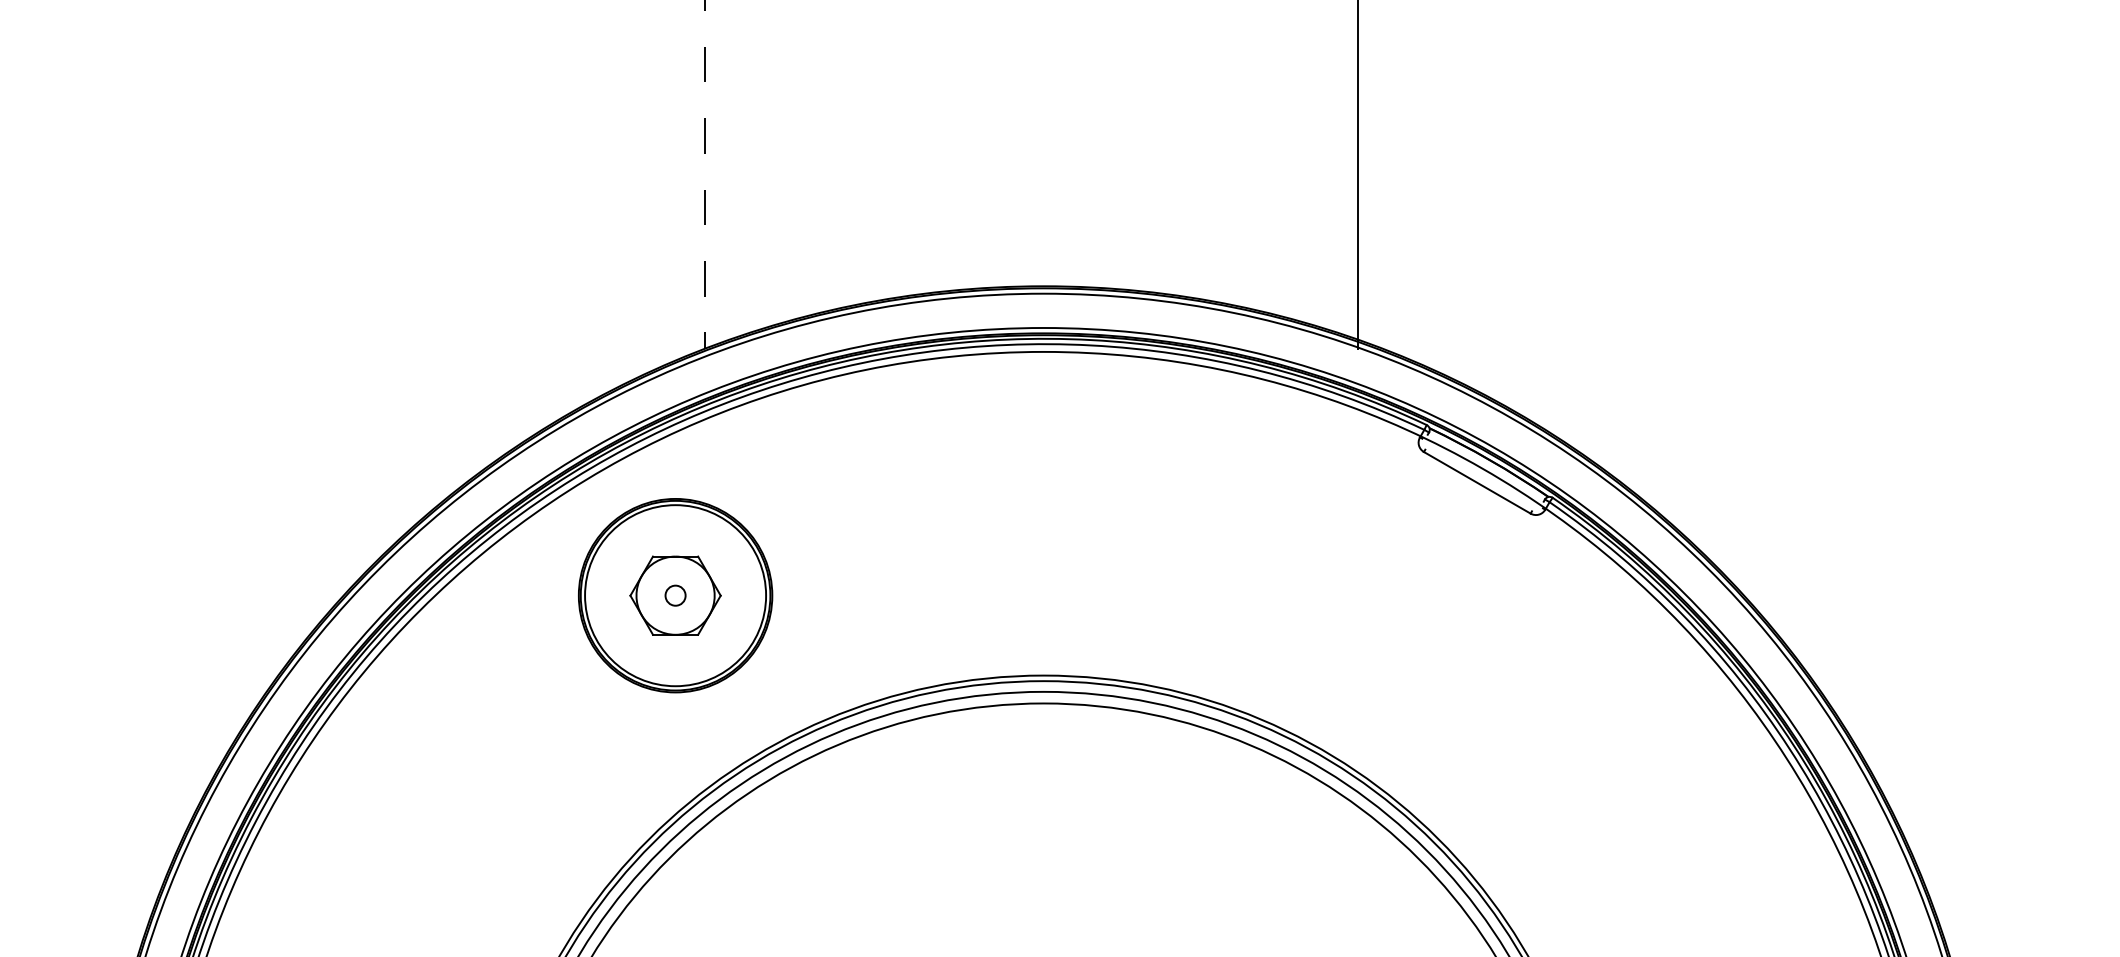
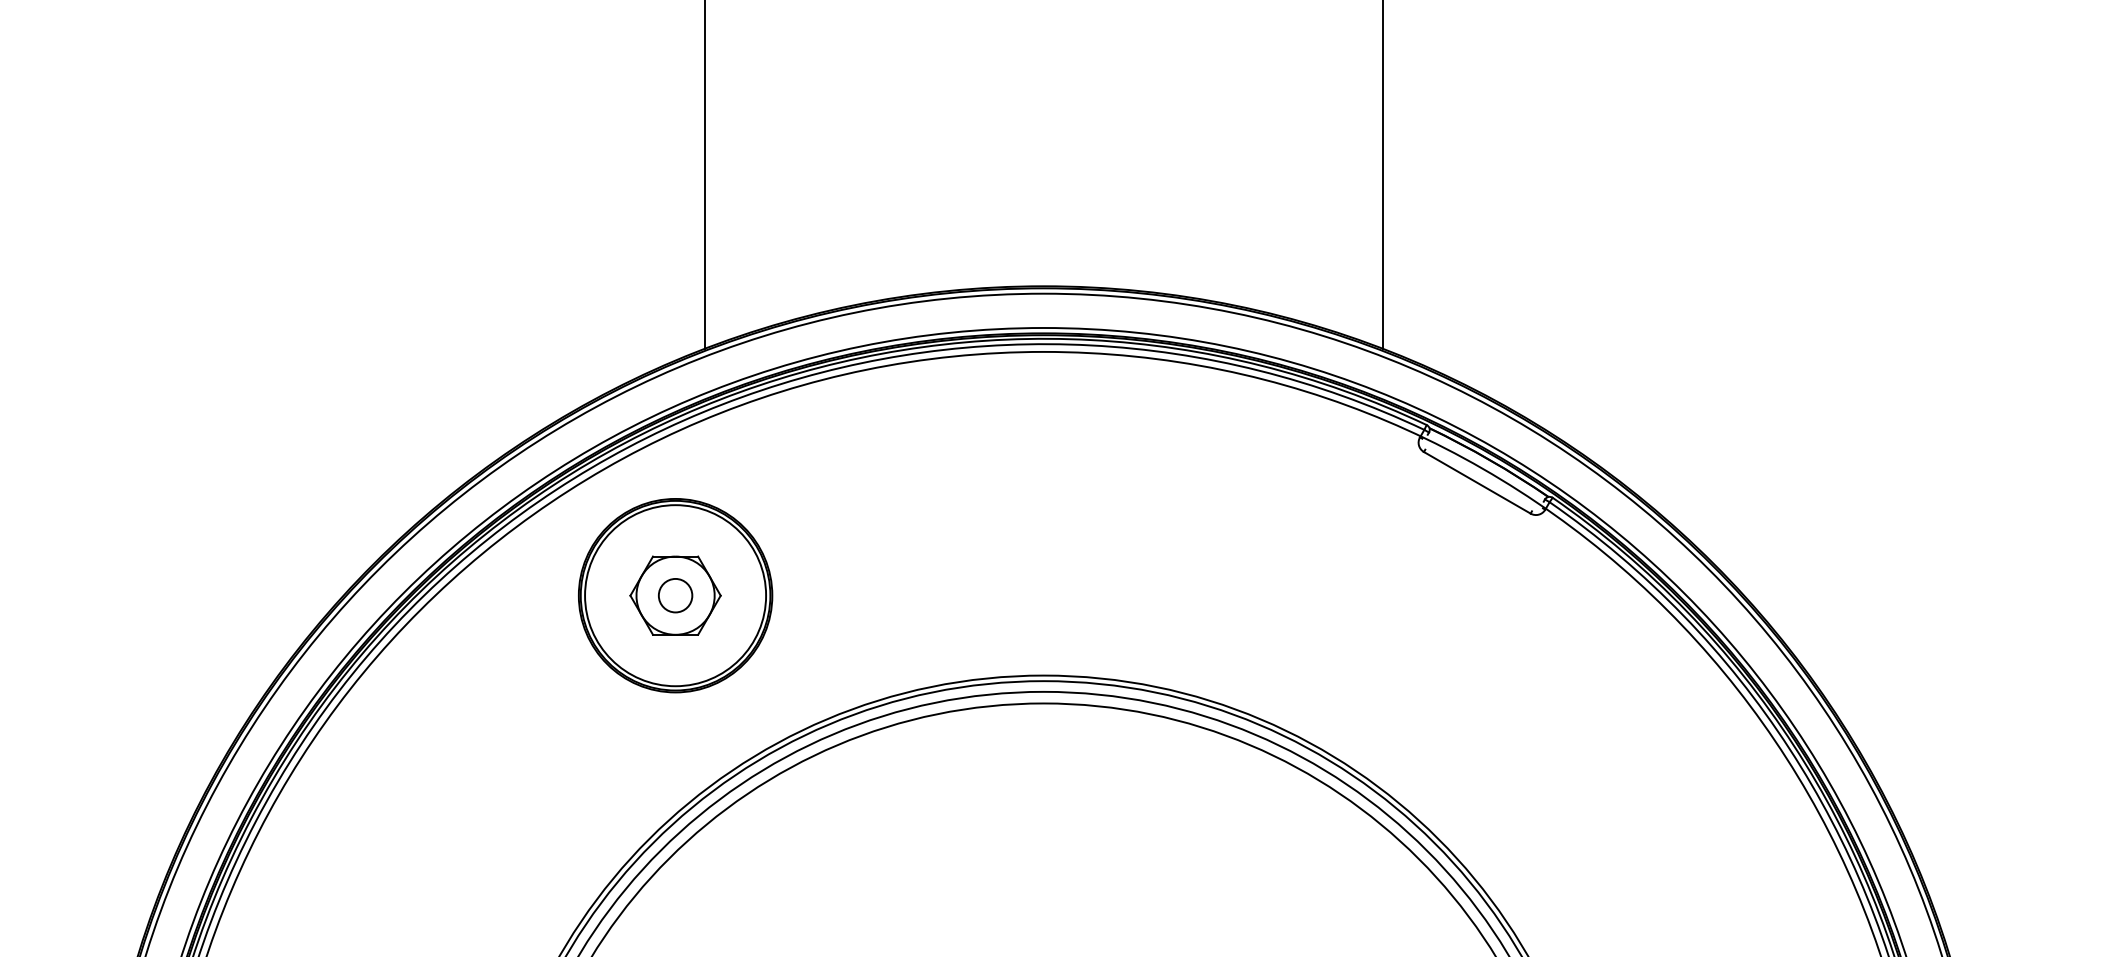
line at (704, 175): dashed -> solid
line at (1358, 175) position: (1358, 175) -> (1383, 175)
circle at (675, 595) diameter: 20 px -> 33 px
